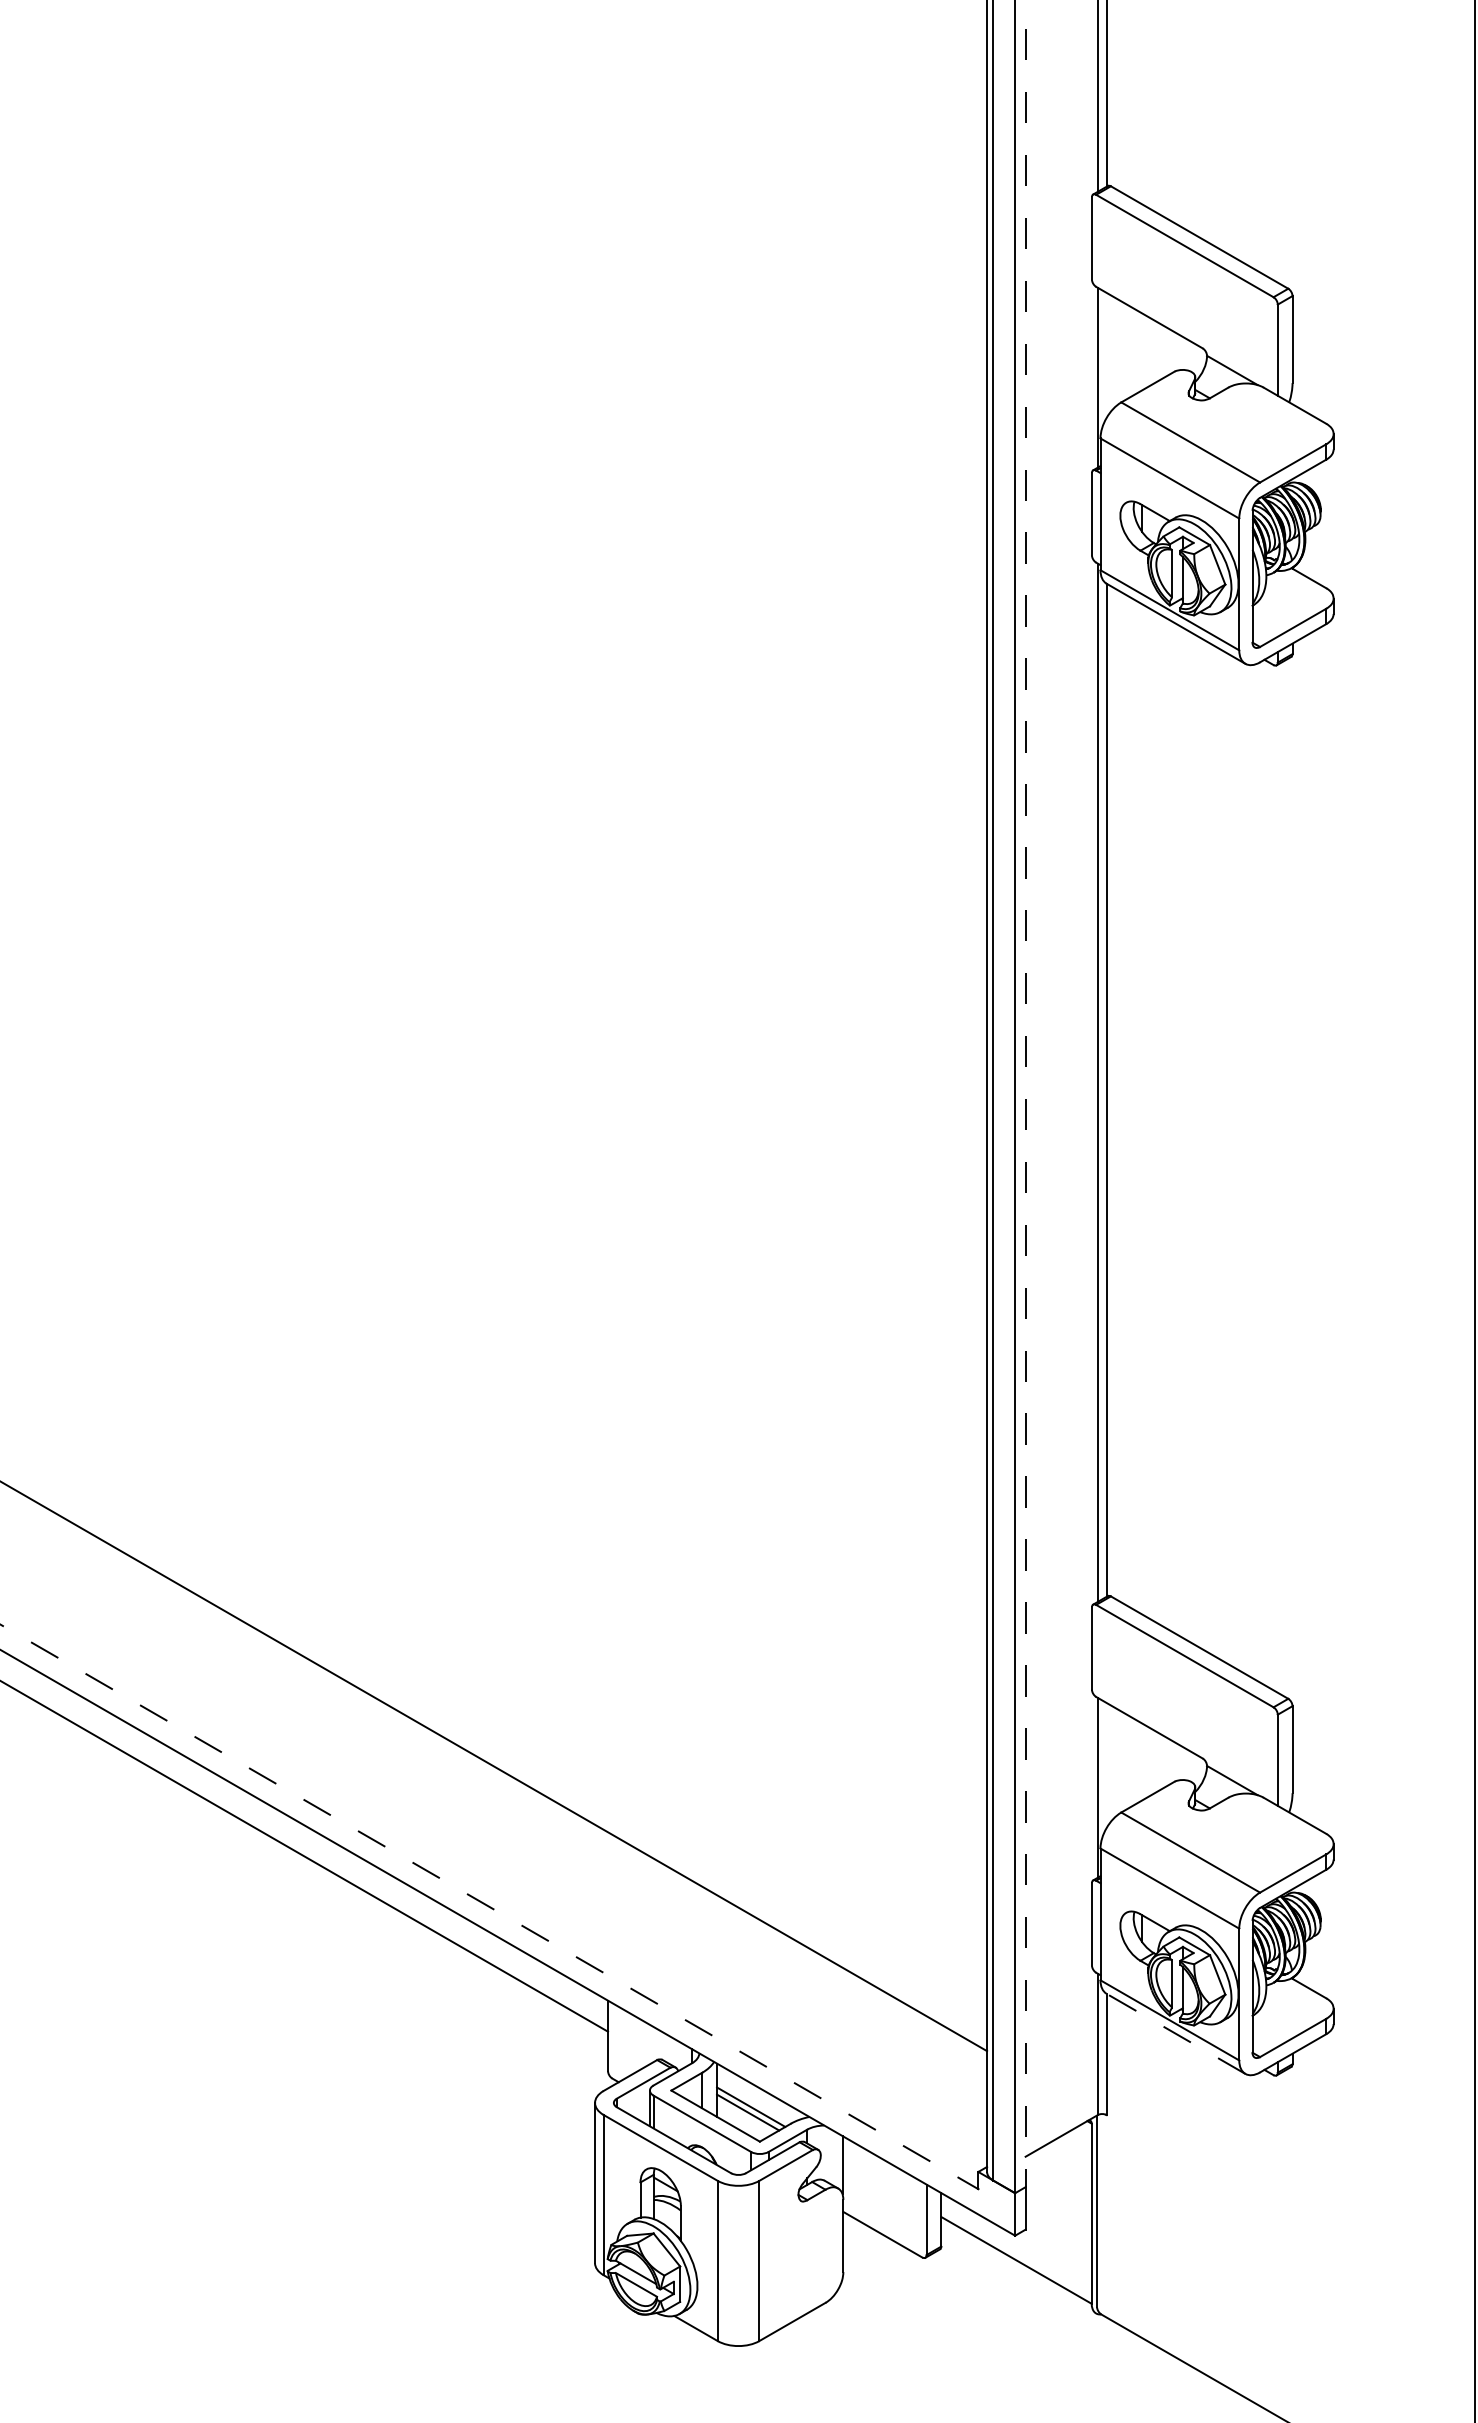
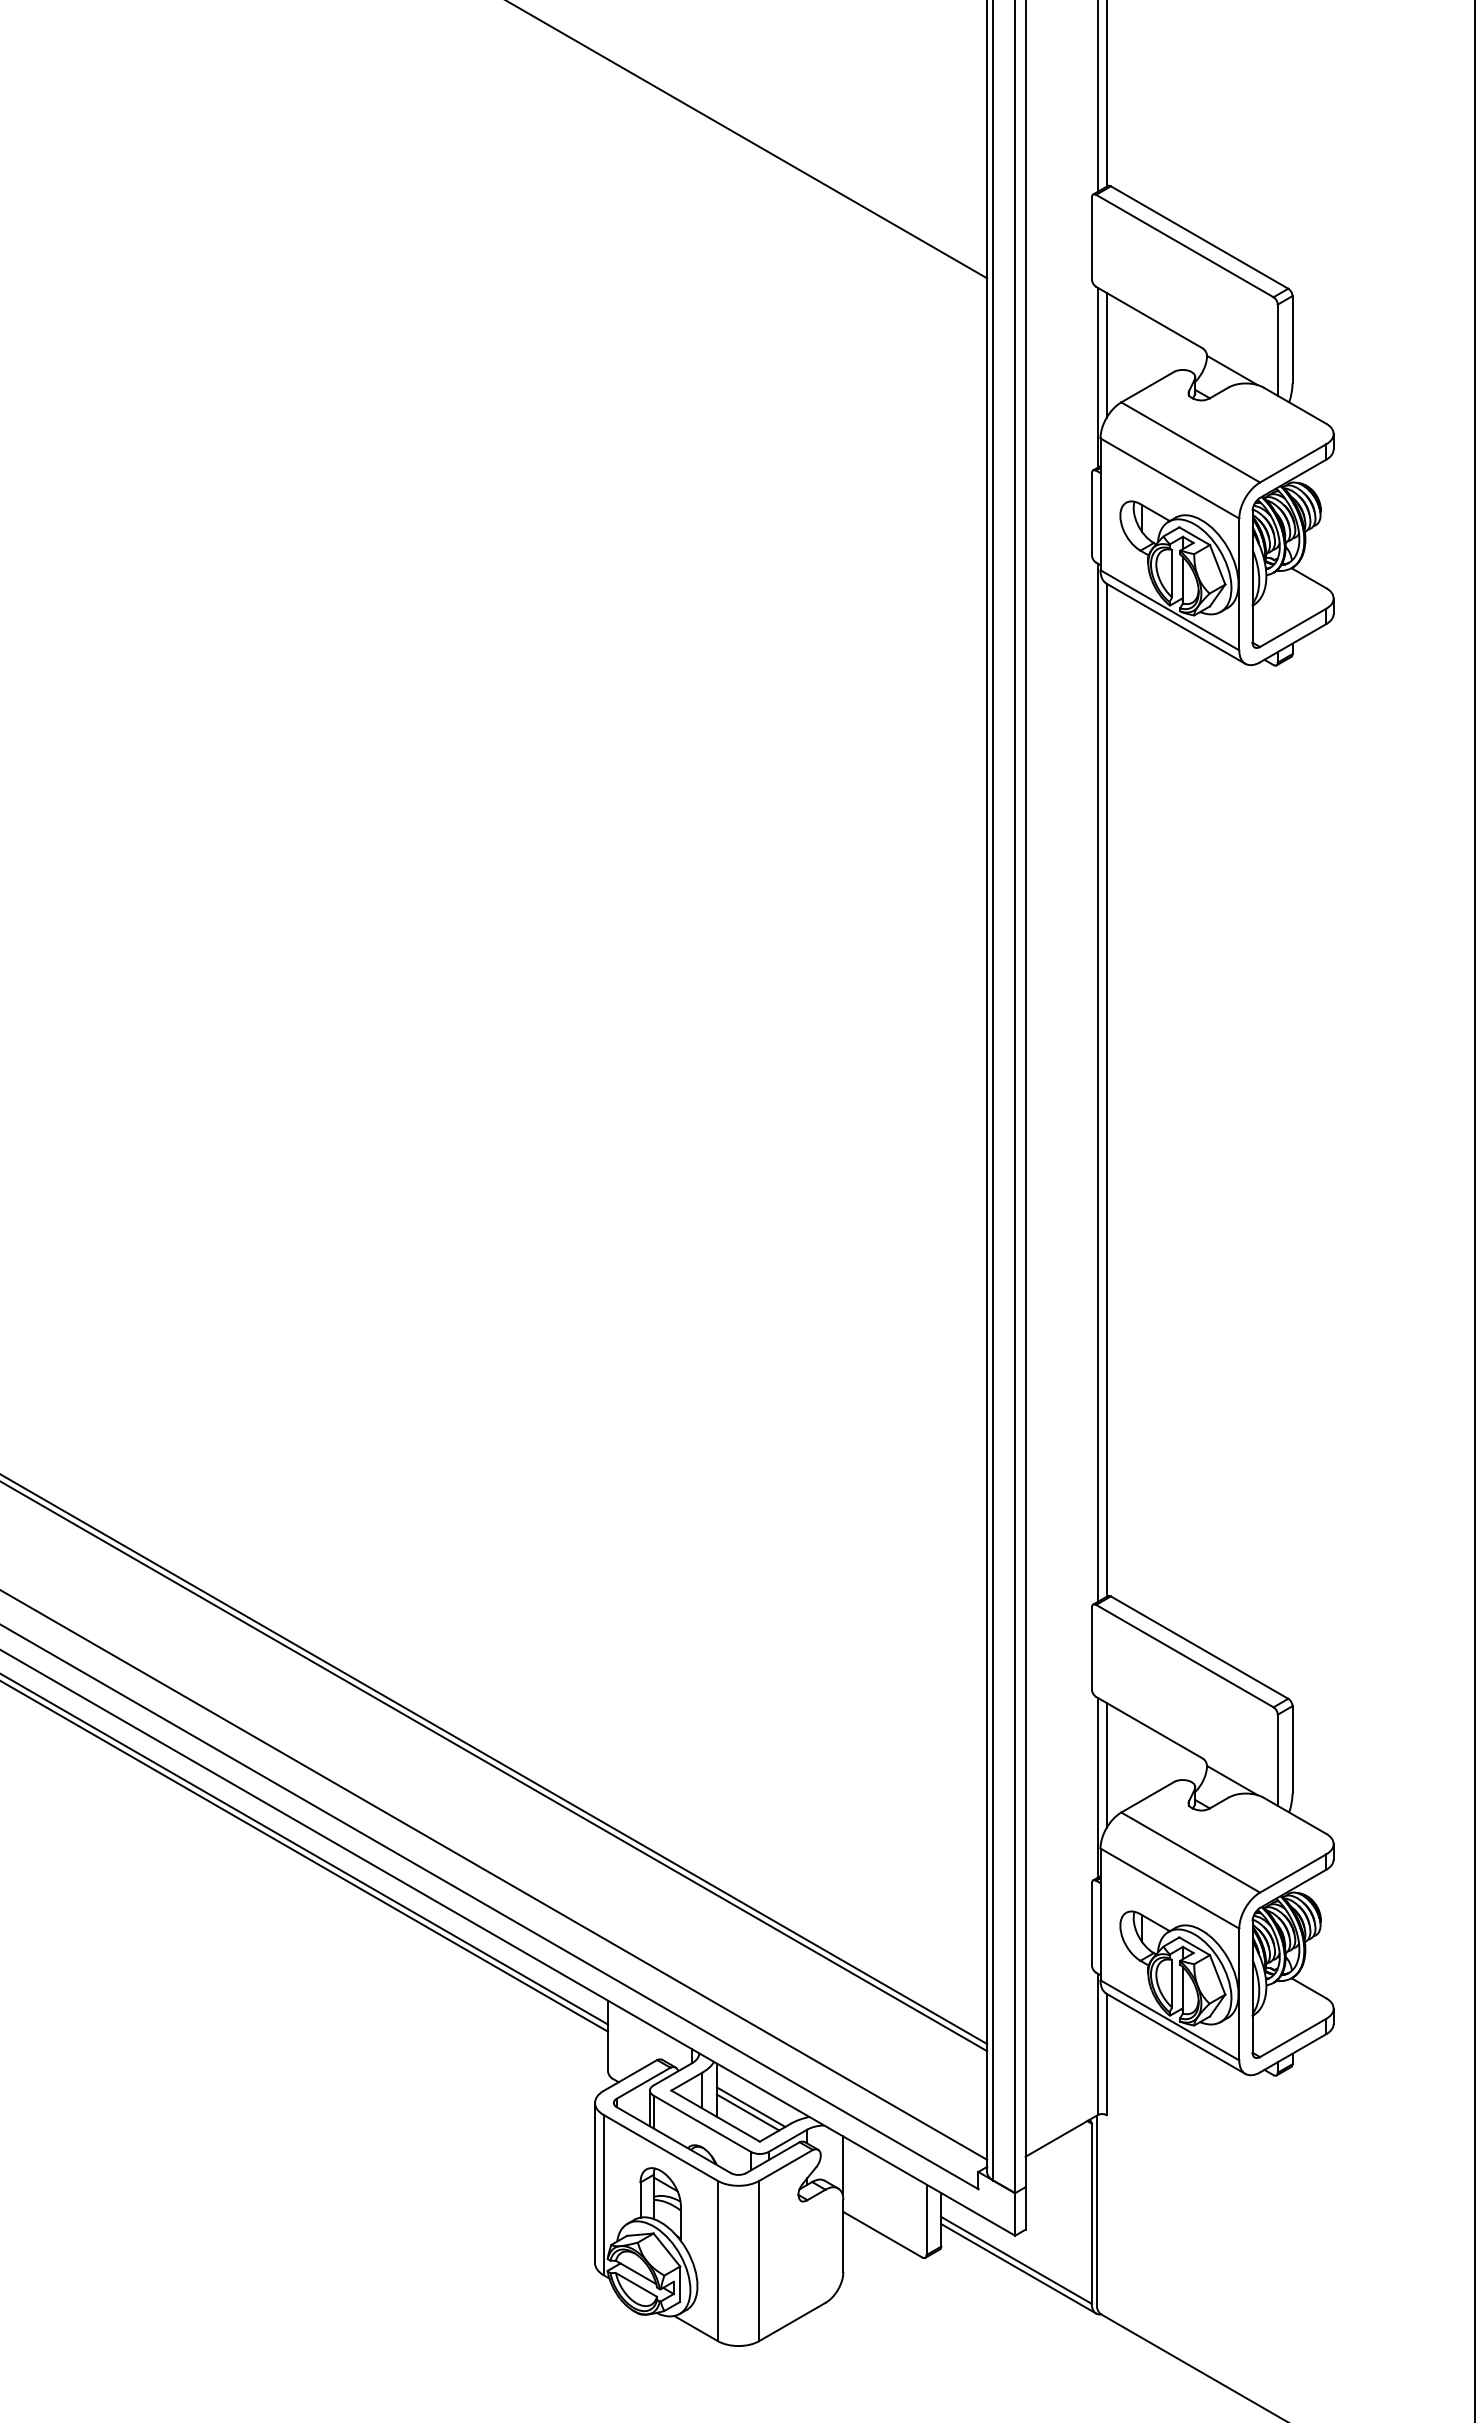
line at (748, 140): none -> present
line at (1106, 354): none -> present
line at (1025, 1093): dashed -> solid
line at (494, 1759): none -> present
line at (1106, 1765): none -> present
line at (305, 1849): none -> present
line at (494, 1875): none -> present
line at (489, 1907): dashed -> solid
line at (1175, 2033): dashed -> solid
line at (1018, 2268): none -> present
